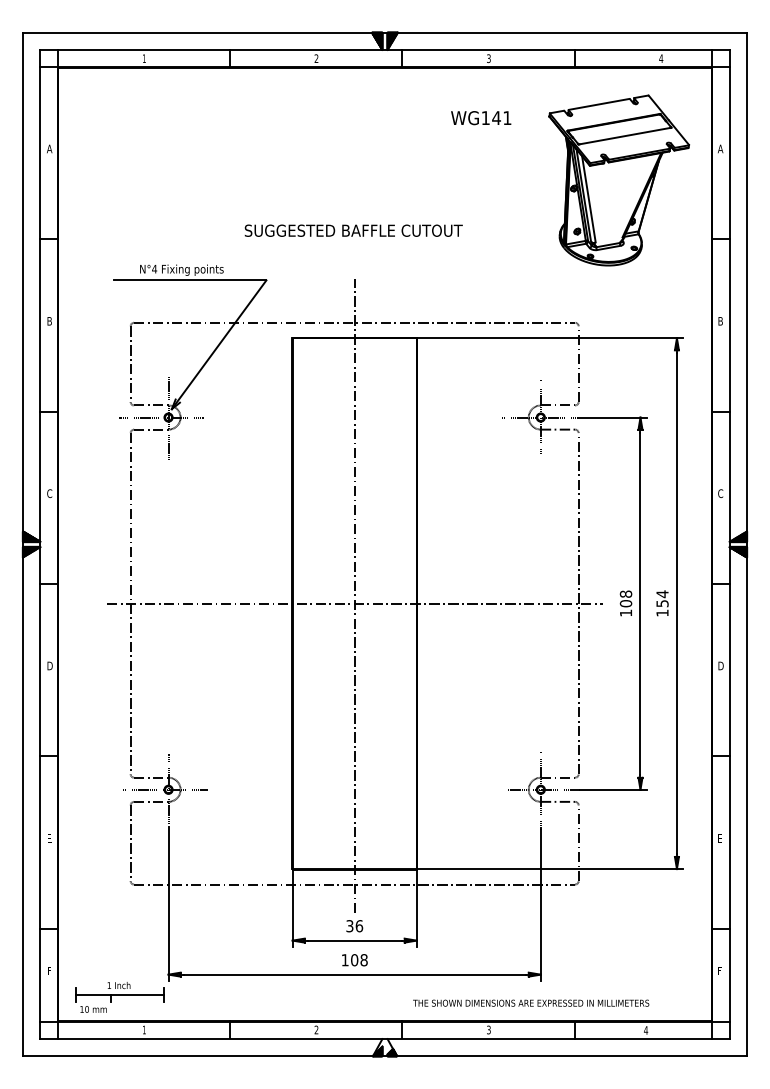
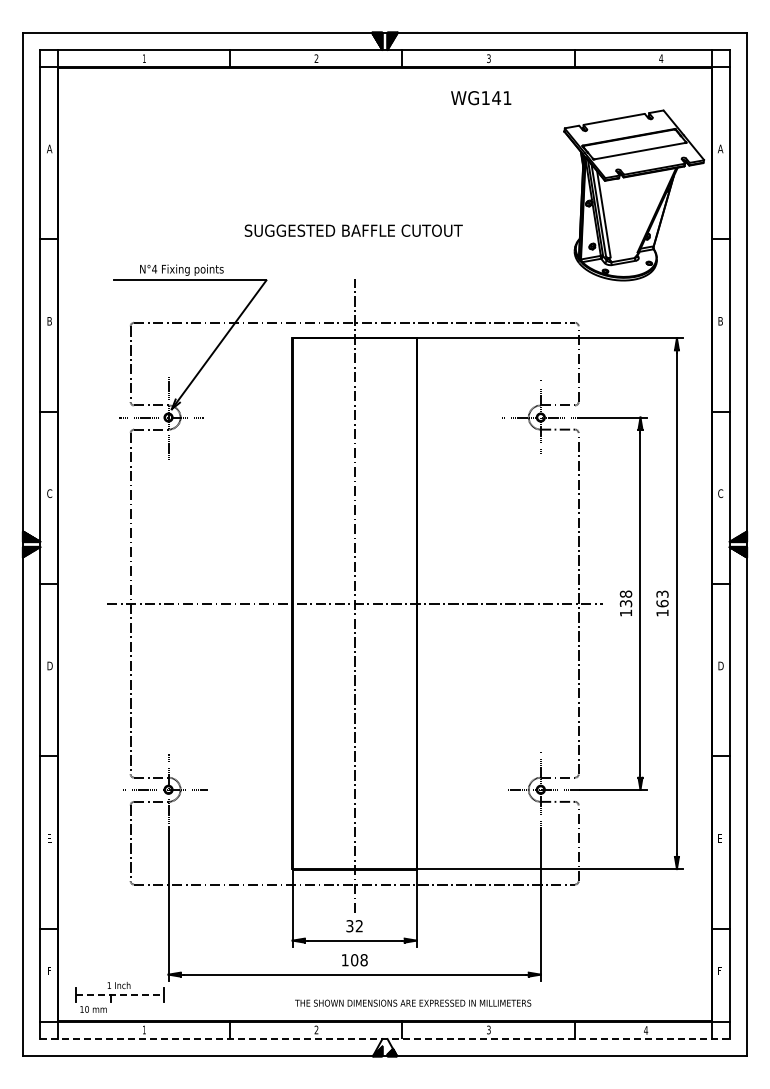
text at (481, 118) position: (481, 118) -> (481, 98)
part at (619, 180) position: (619, 180) -> (634, 195)
text at (662, 598): 154 -> 163
text at (626, 603): 108 -> 138
text at (359, 926): 36 -> 32
line at (120, 995): solid -> dashed
text at (531, 1002) position: (531, 1002) -> (413, 1002)
line at (384, 1039): solid -> dashed
